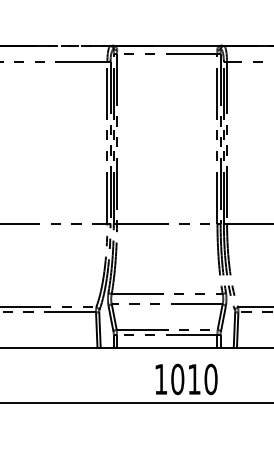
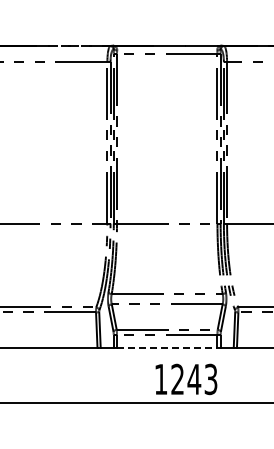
line at (167, 348): solid -> dashed
text at (194, 379): 1010 -> 1243
